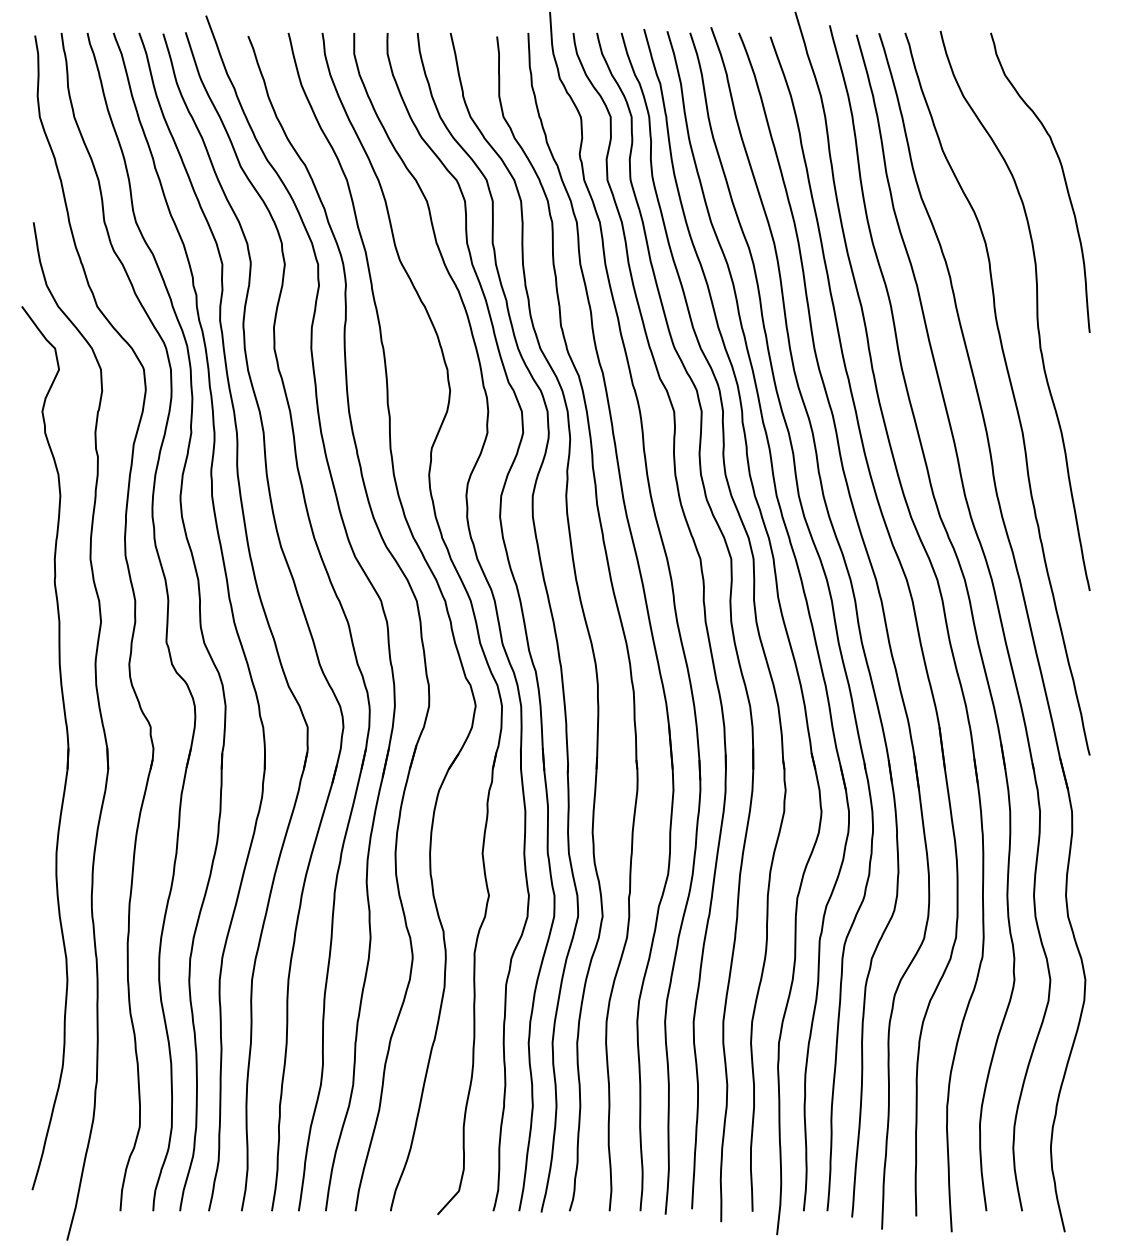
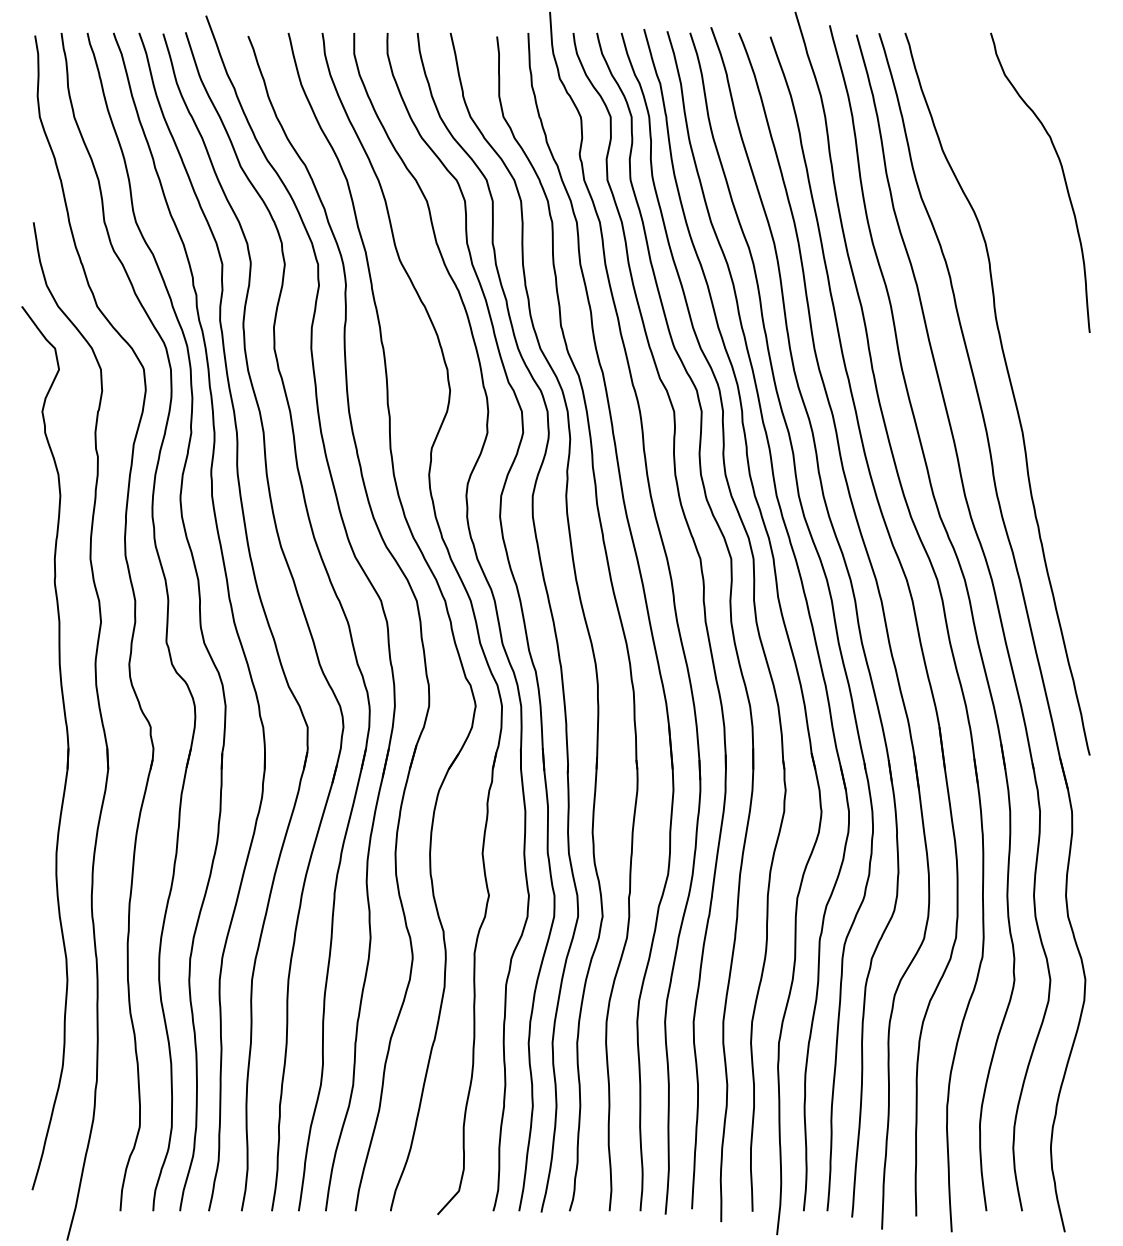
curve at (1036, 310): present -> none
